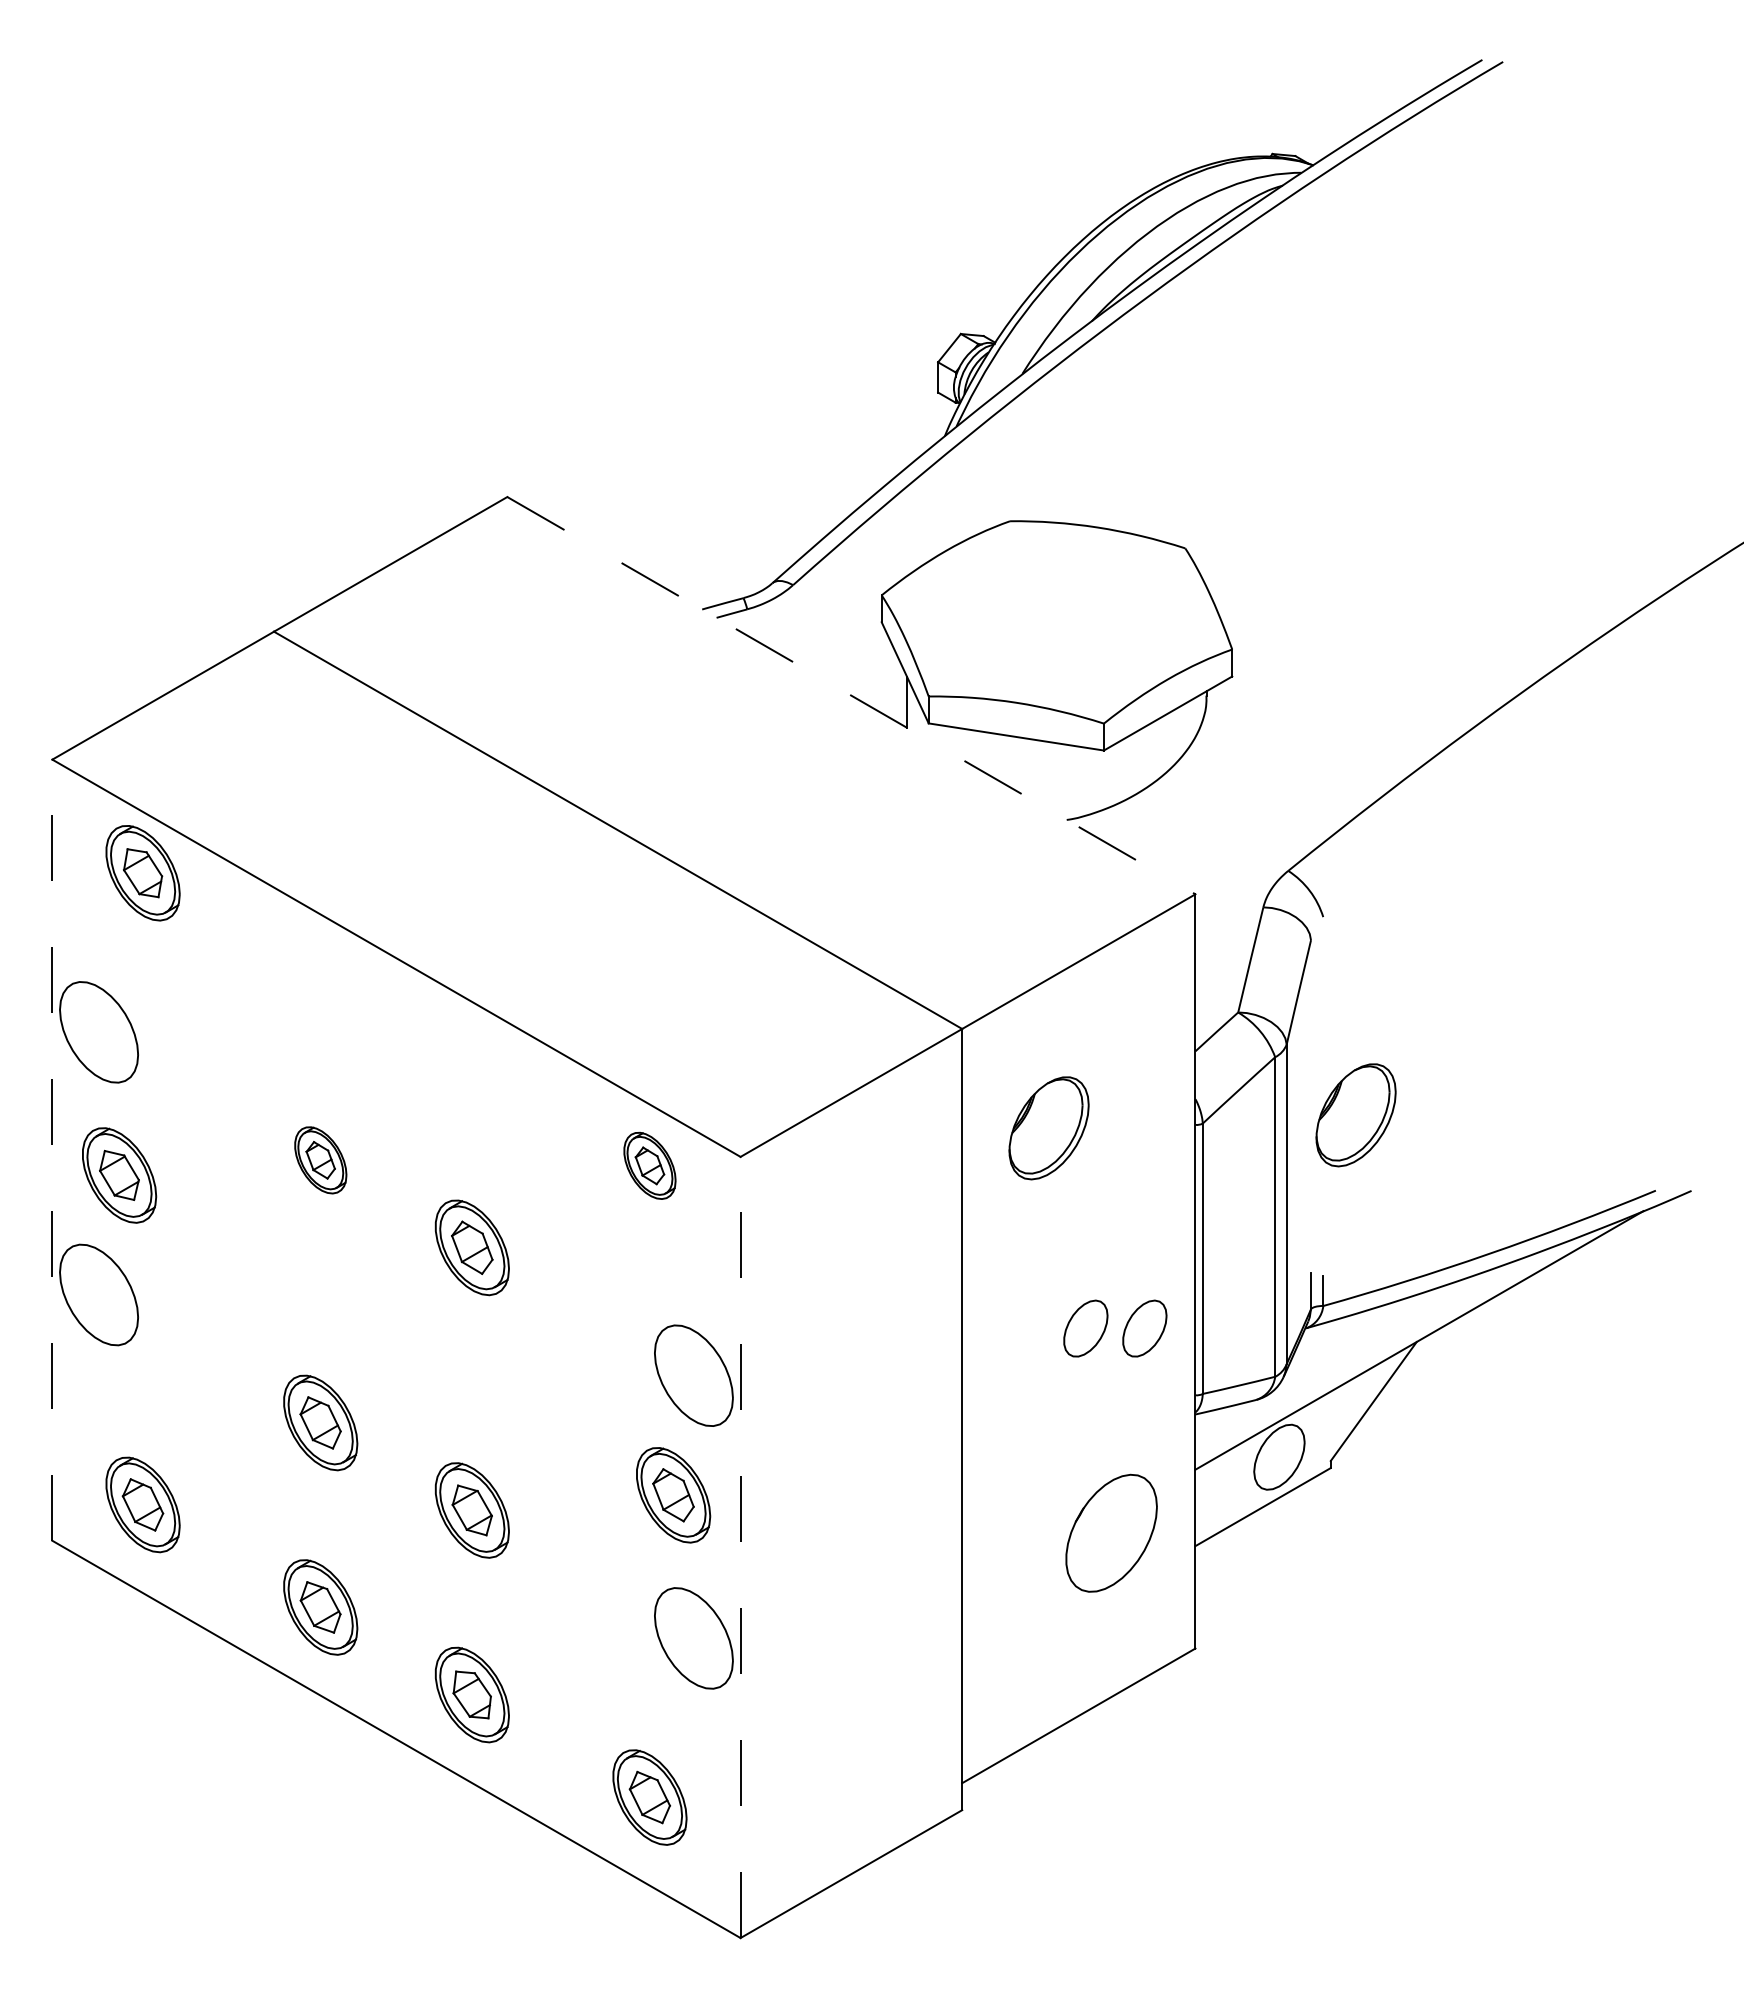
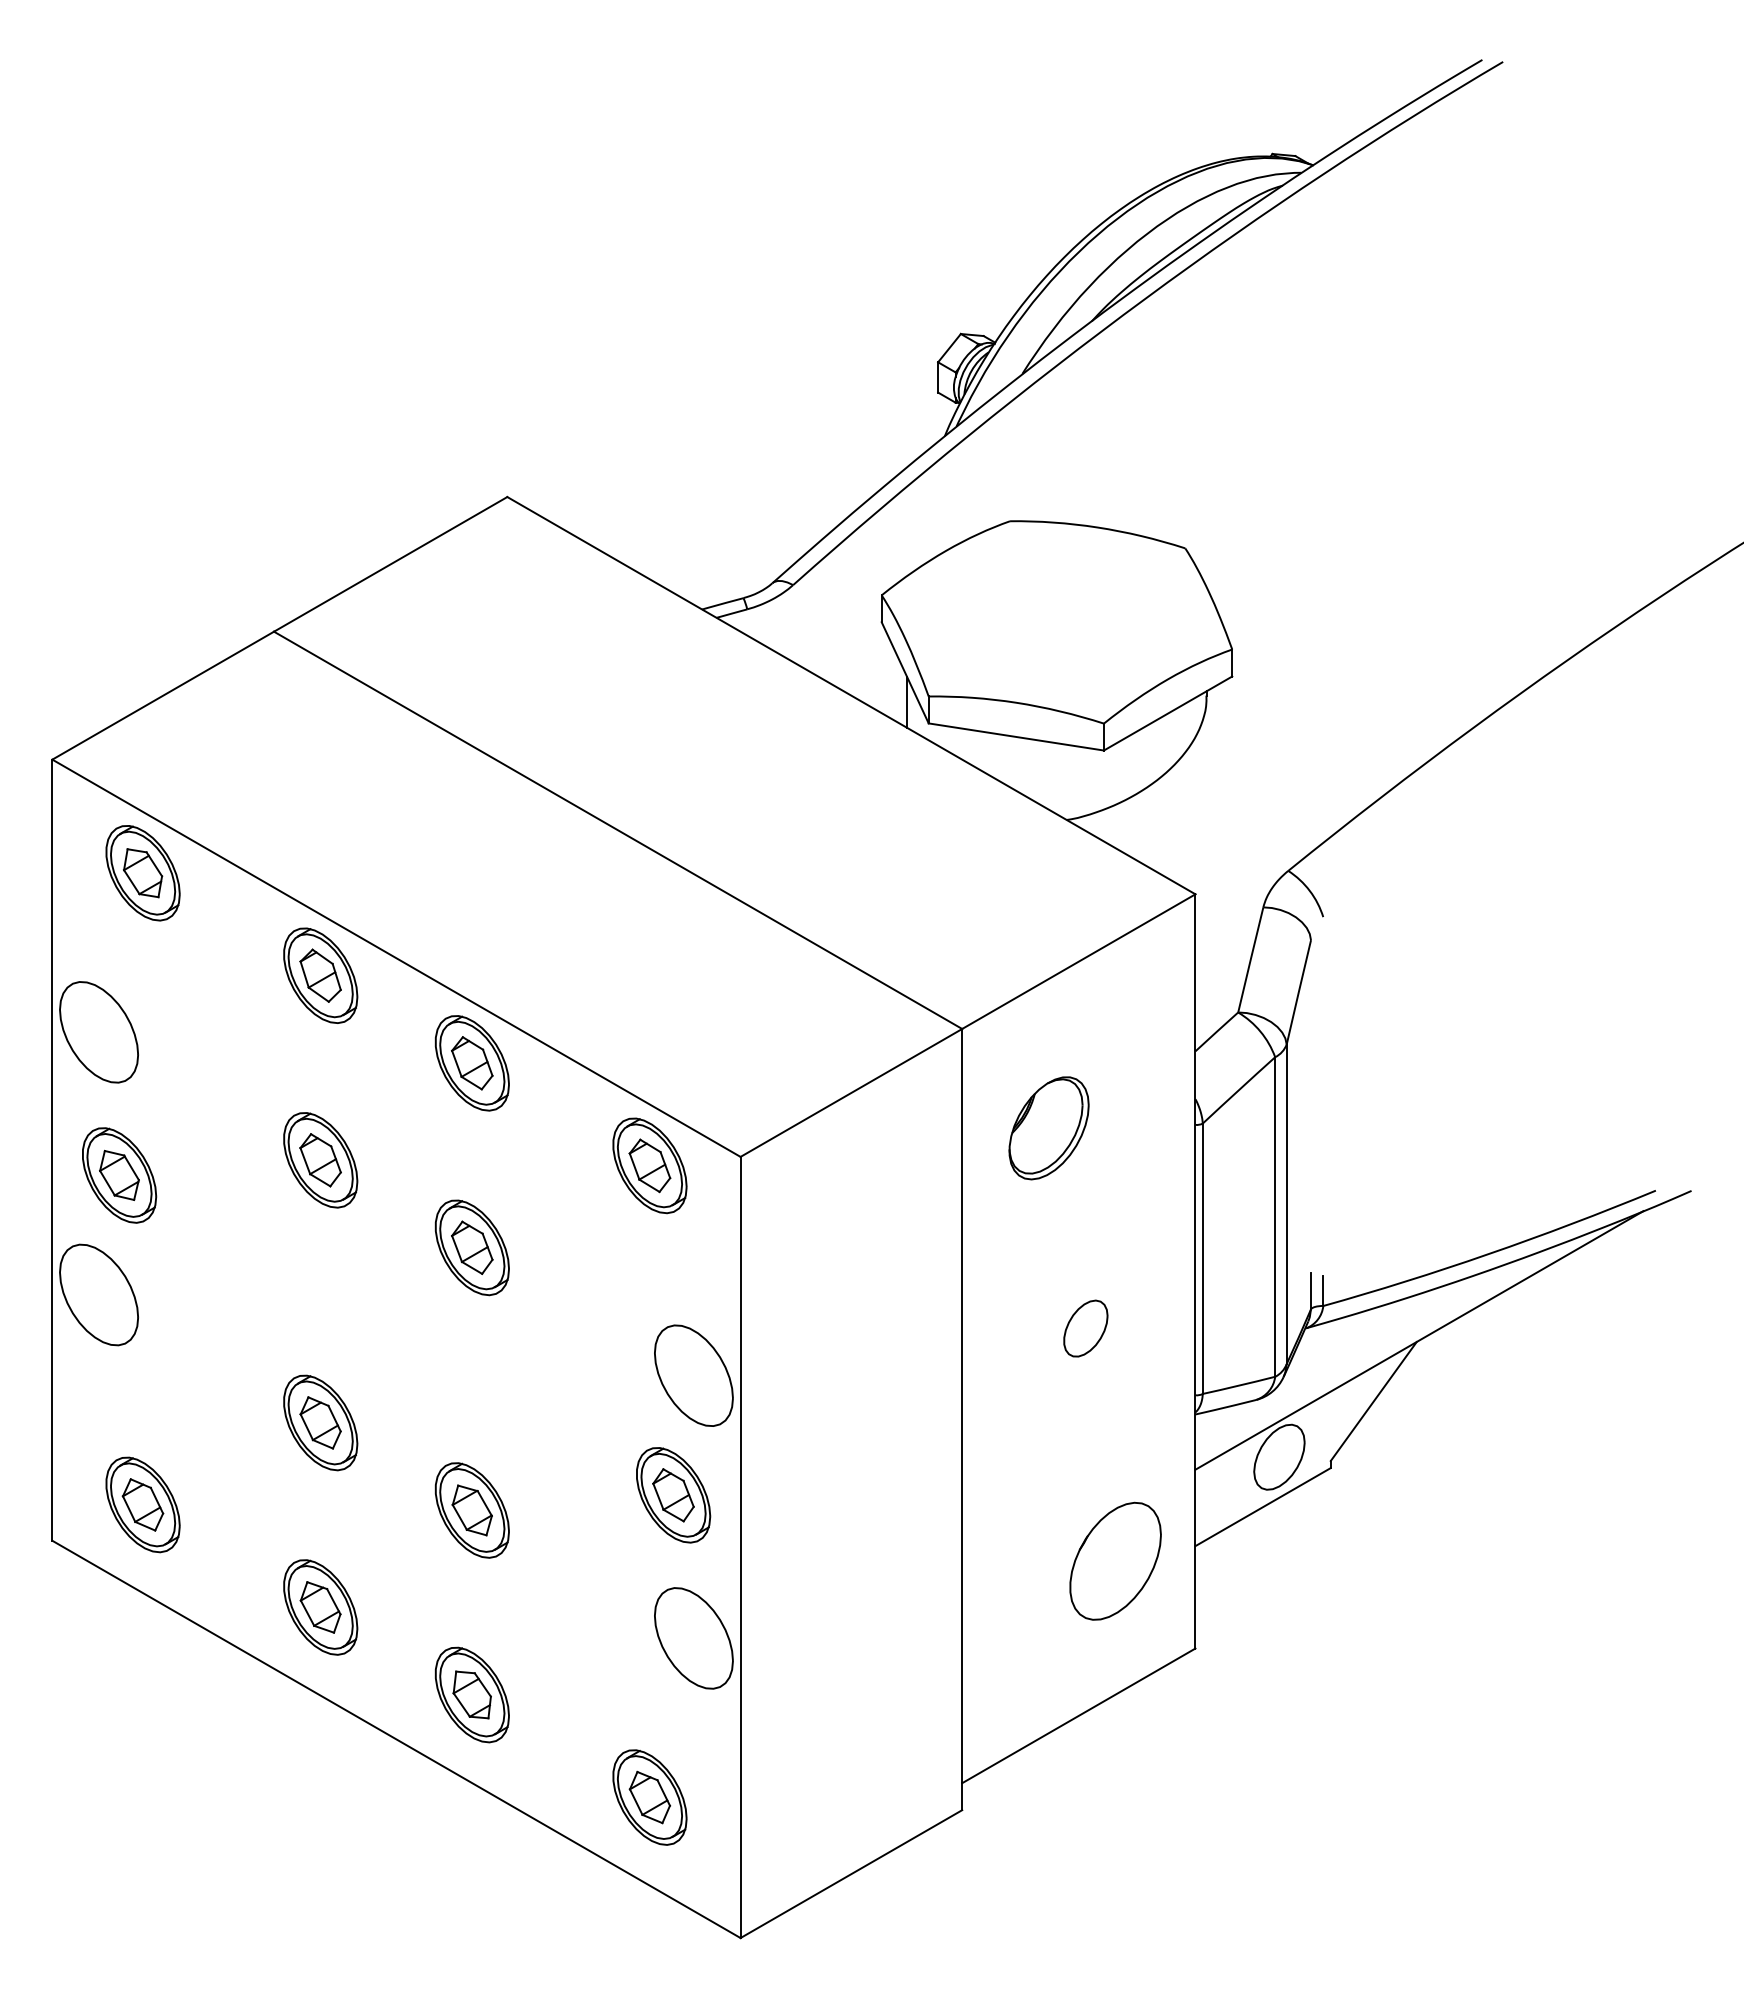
line at (851, 695): dashed -> solid
part at (320, 975): none -> present
part at (471, 1063): none -> present
part at (1355, 1115): present -> none
line at (52, 1150): dashed -> solid
part at (320, 1160) size: 54x69 px -> 76x97 px
part at (649, 1165) size: 54x69 px -> 76x98 px
part at (1144, 1328): present -> none
part at (1111, 1532) position: (1111, 1532) -> (1115, 1560)
line at (740, 1547): dashed -> solid
